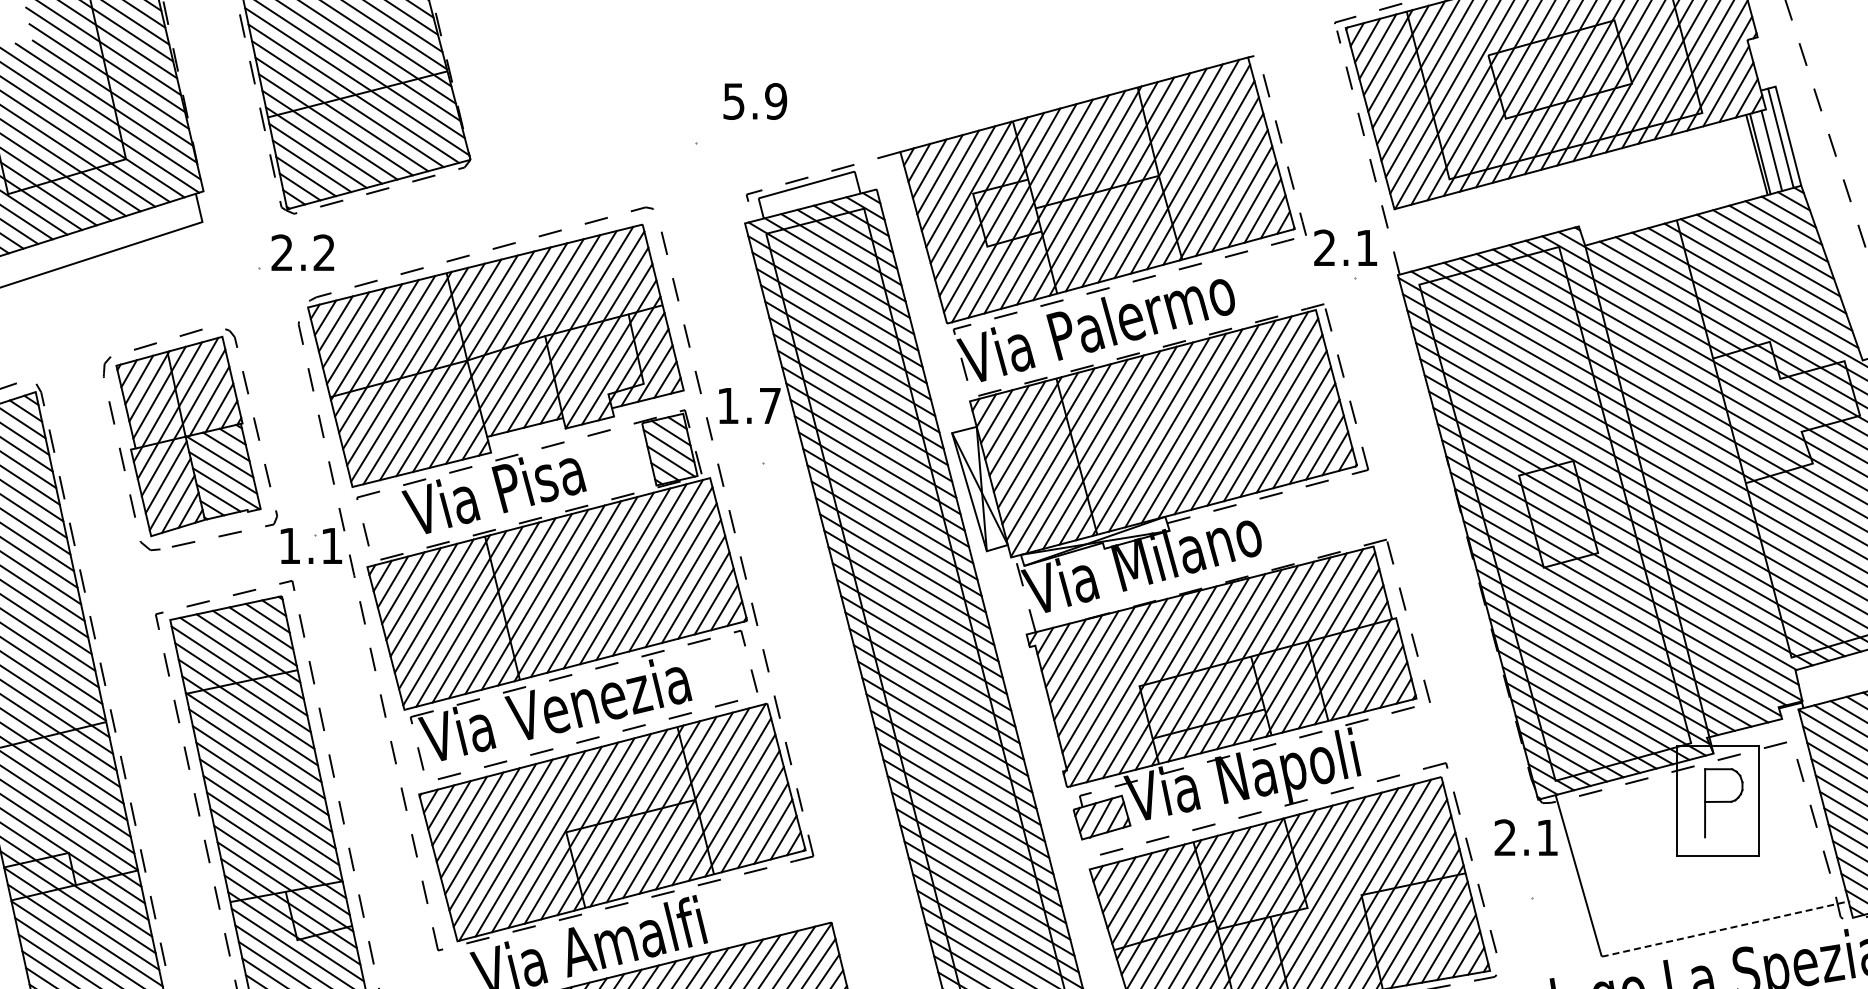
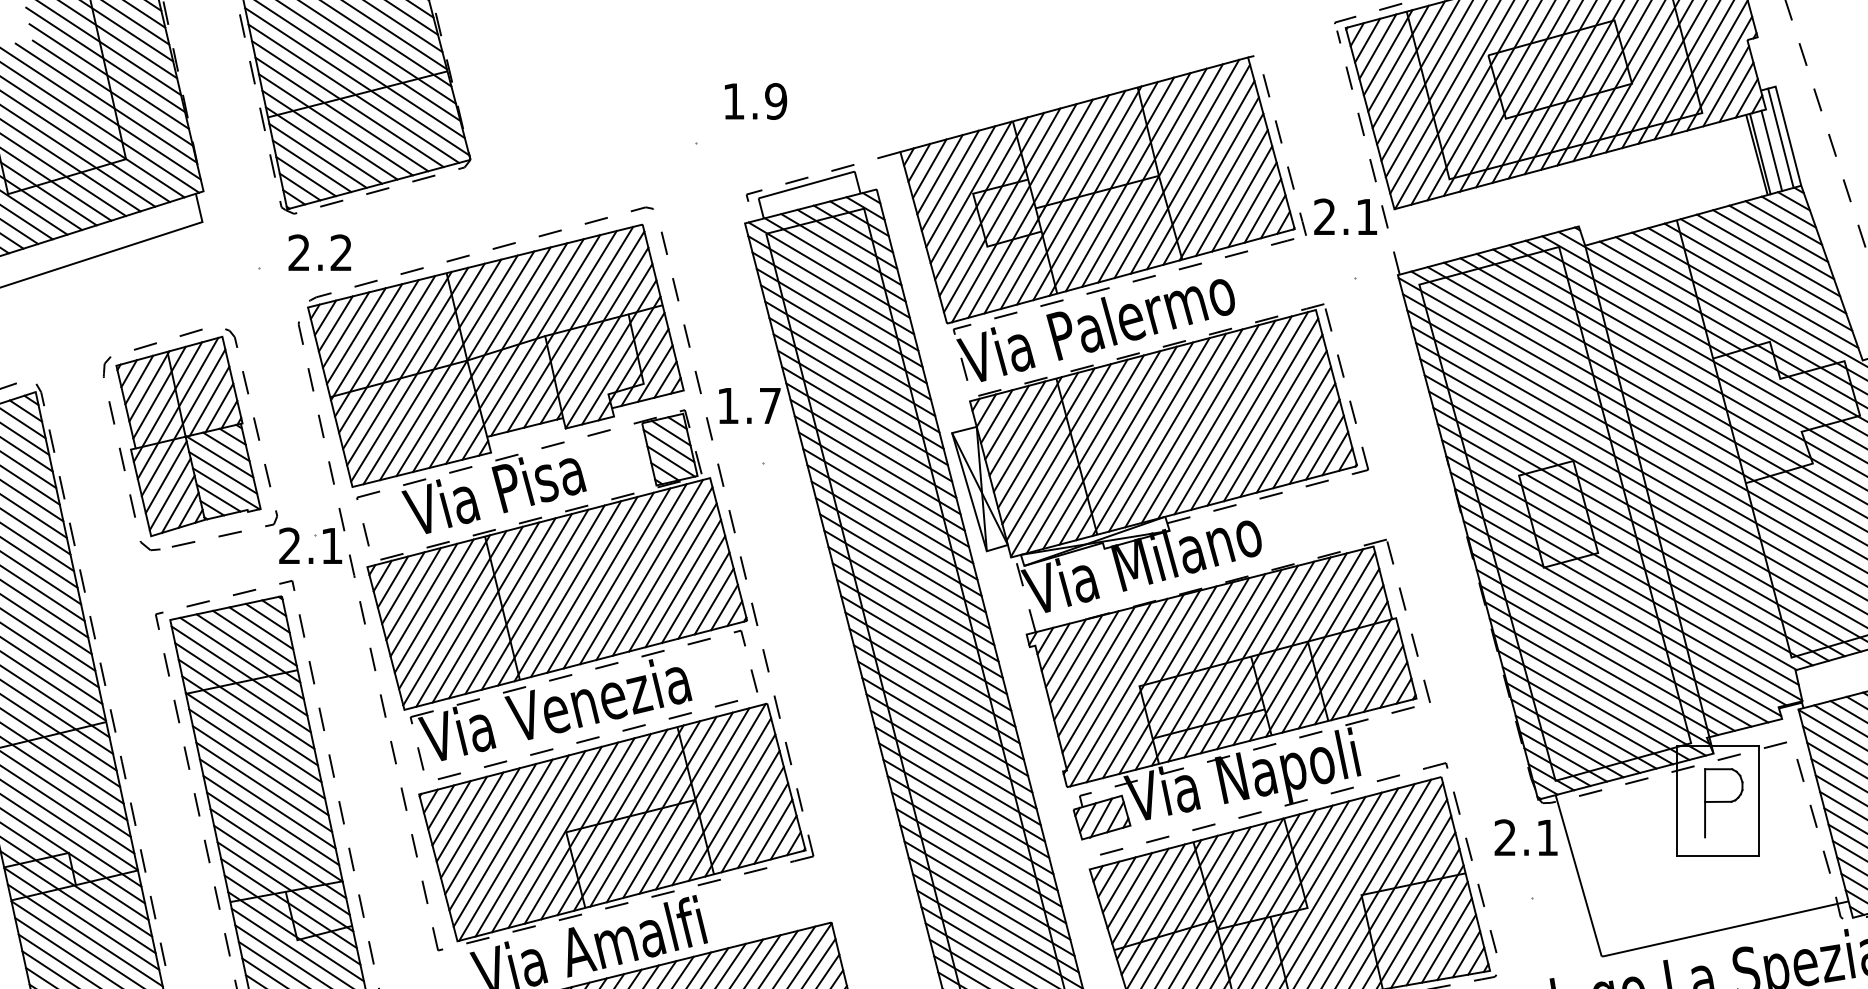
text at (733, 101): 5.9 -> 1.9
text at (1345, 247) position: (1345, 247) -> (1345, 216)
text at (302, 252) position: (302, 252) -> (319, 252)
text at (289, 545): 1.1 -> 2.1
line at (1725, 928): dashed -> solid
